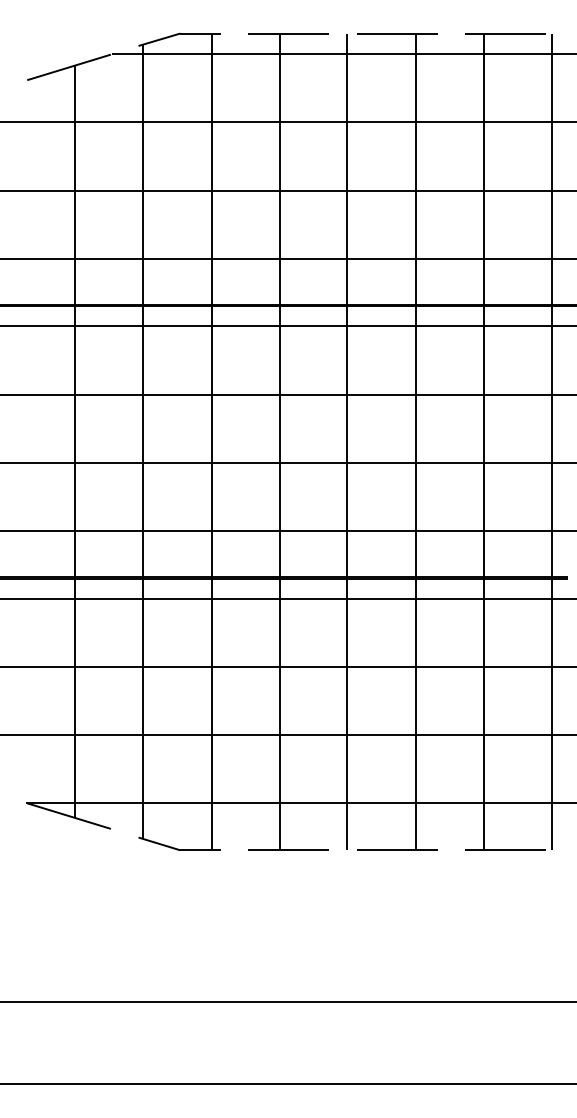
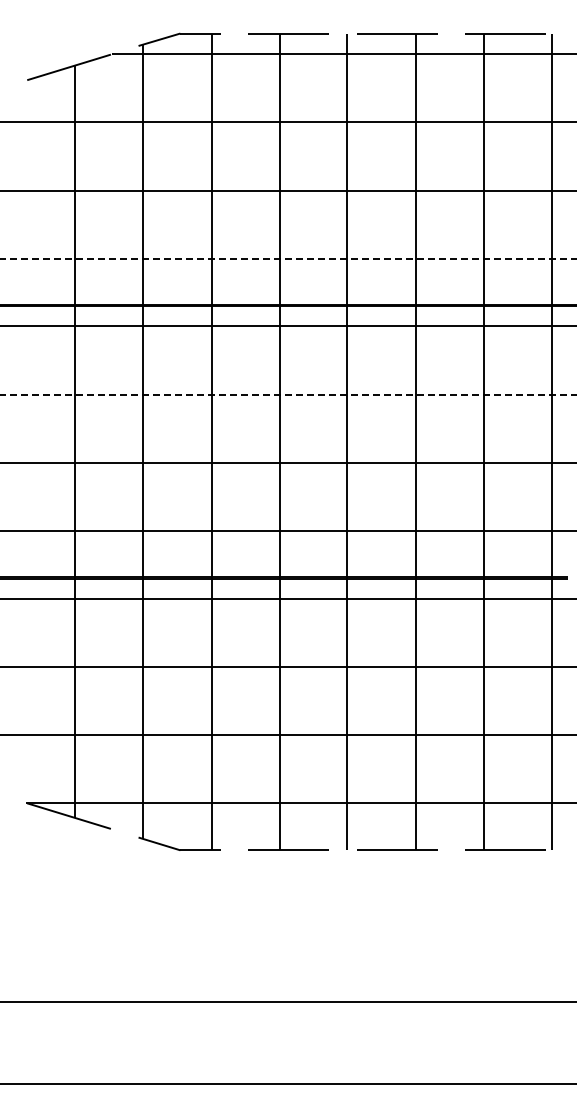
line at (288, 258): solid -> dashed
line at (289, 394): solid -> dashed
